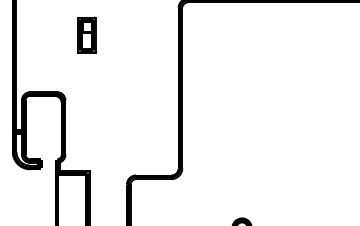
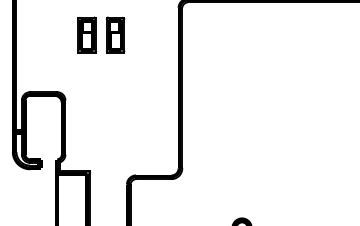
part at (115, 34): none -> present
